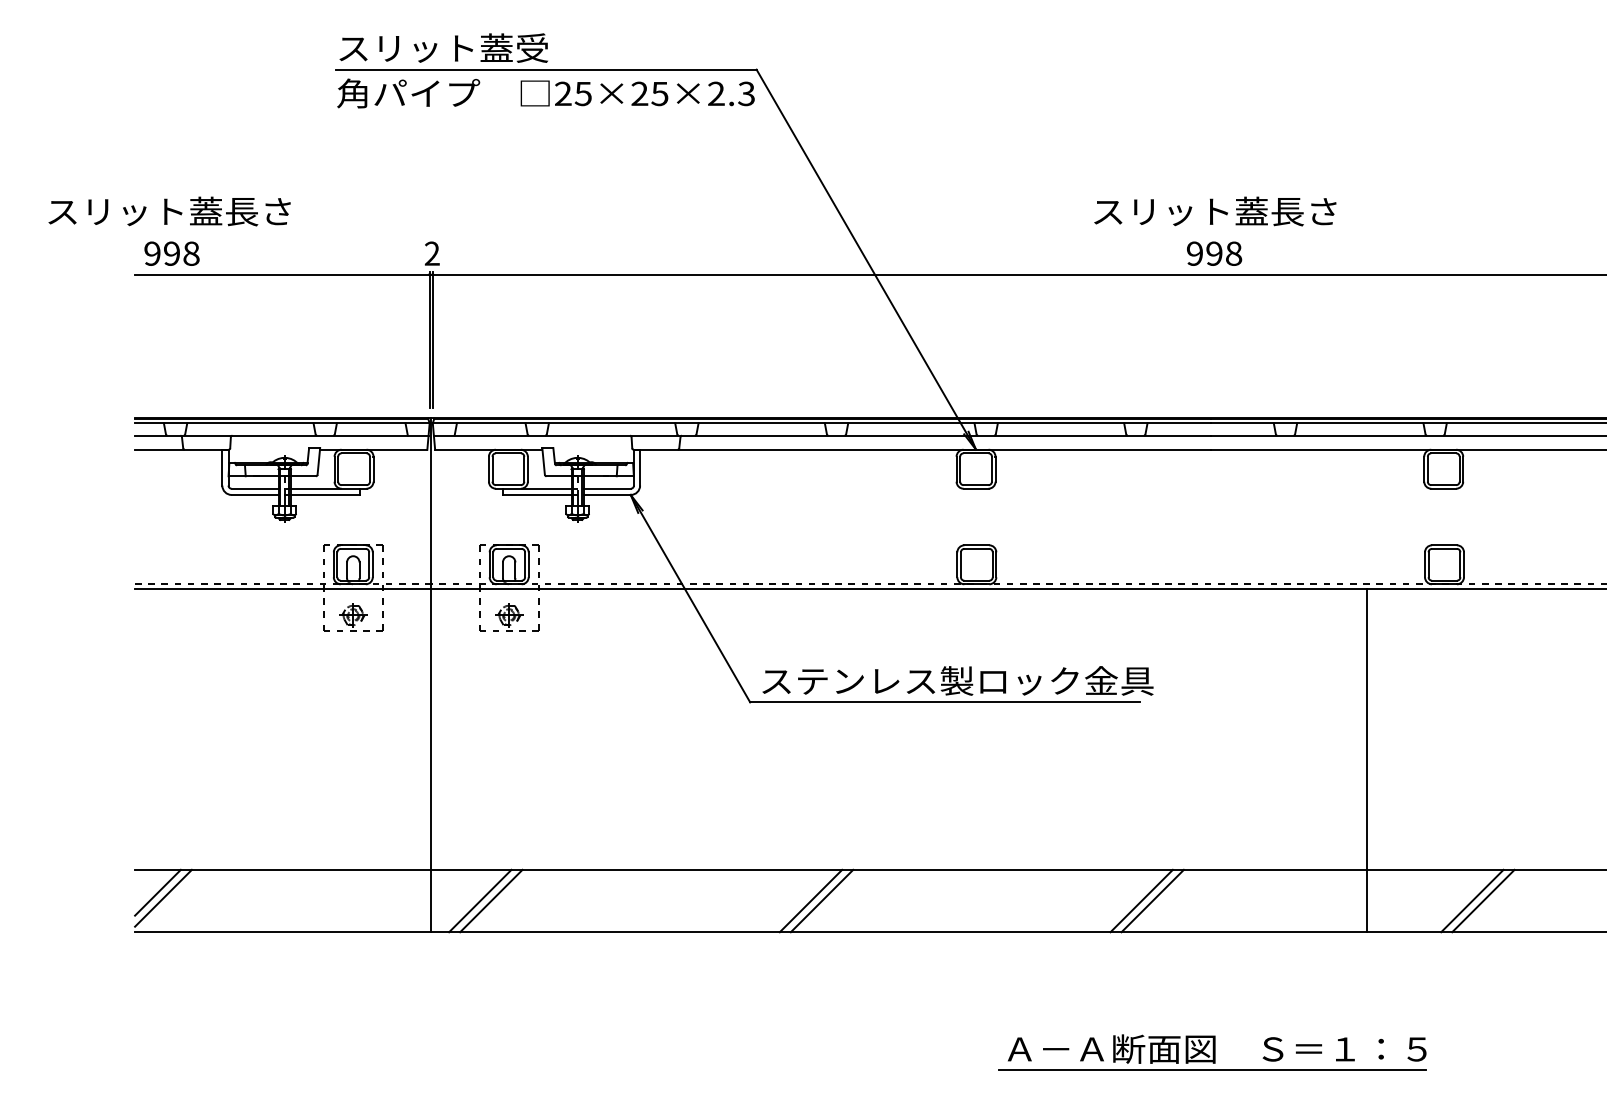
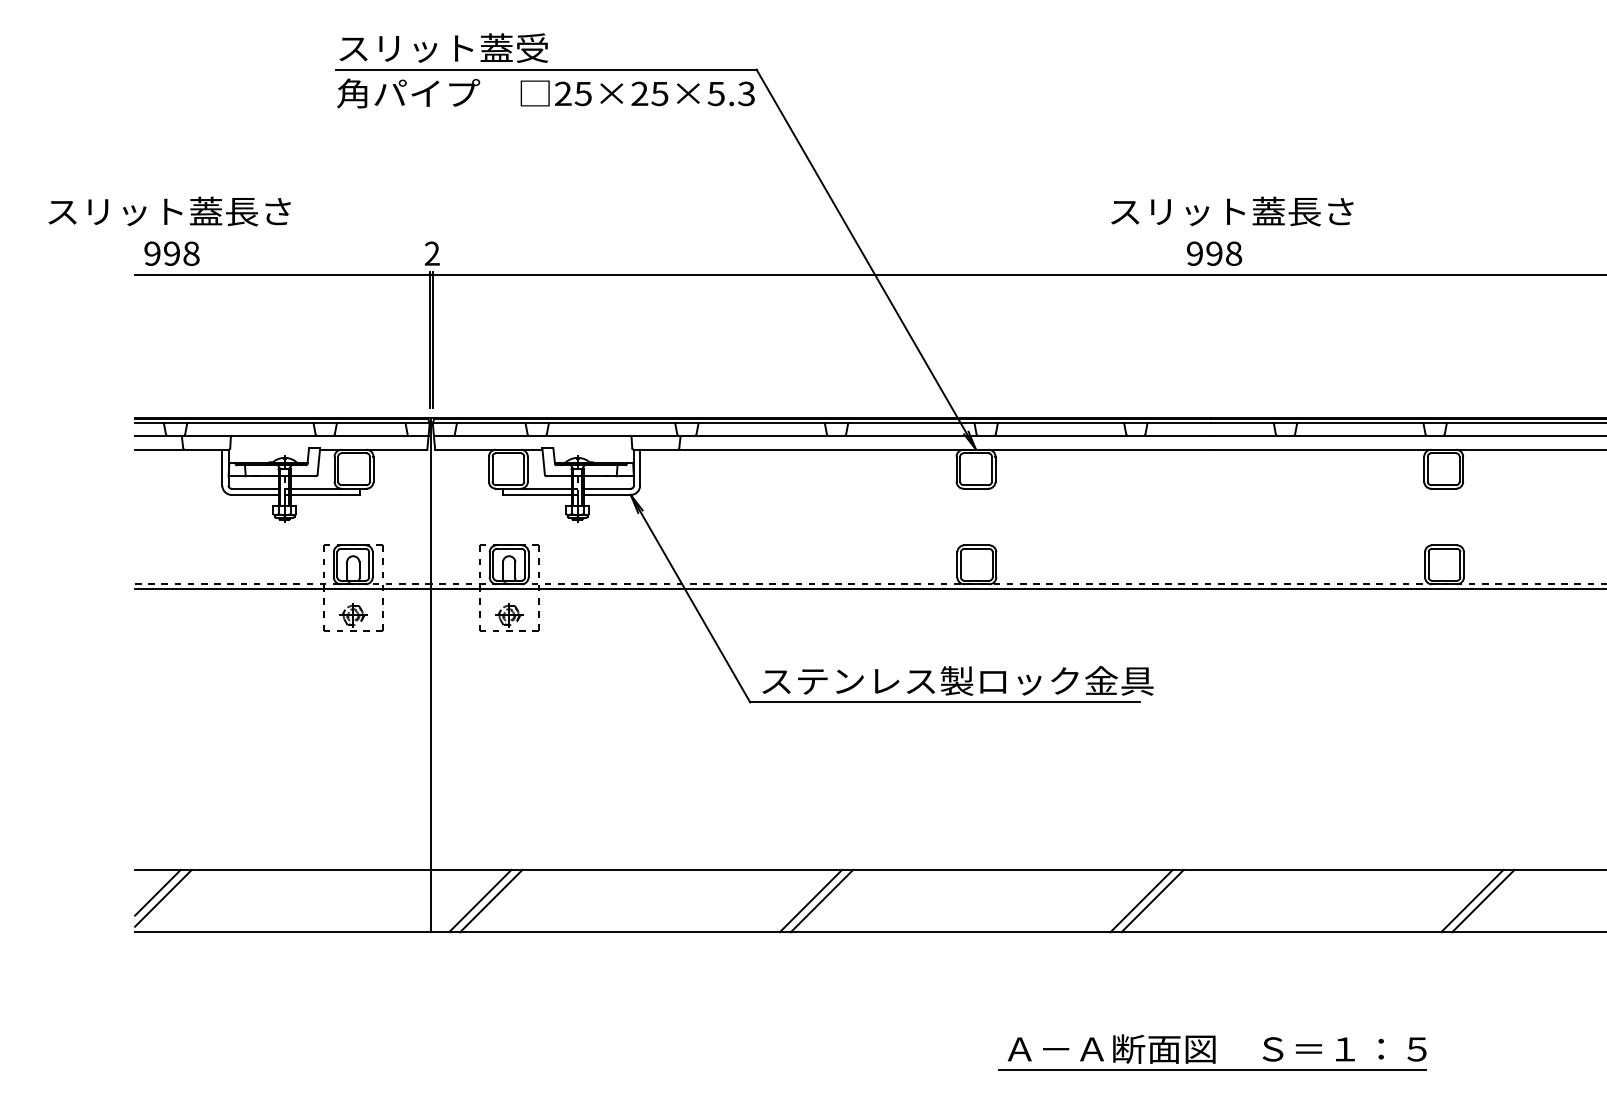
text at (715, 93): 25×25×2.3 -> 25×25×5.3
text at (1215, 211) position: (1215, 211) -> (1232, 211)
line at (1366, 760): present -> none
